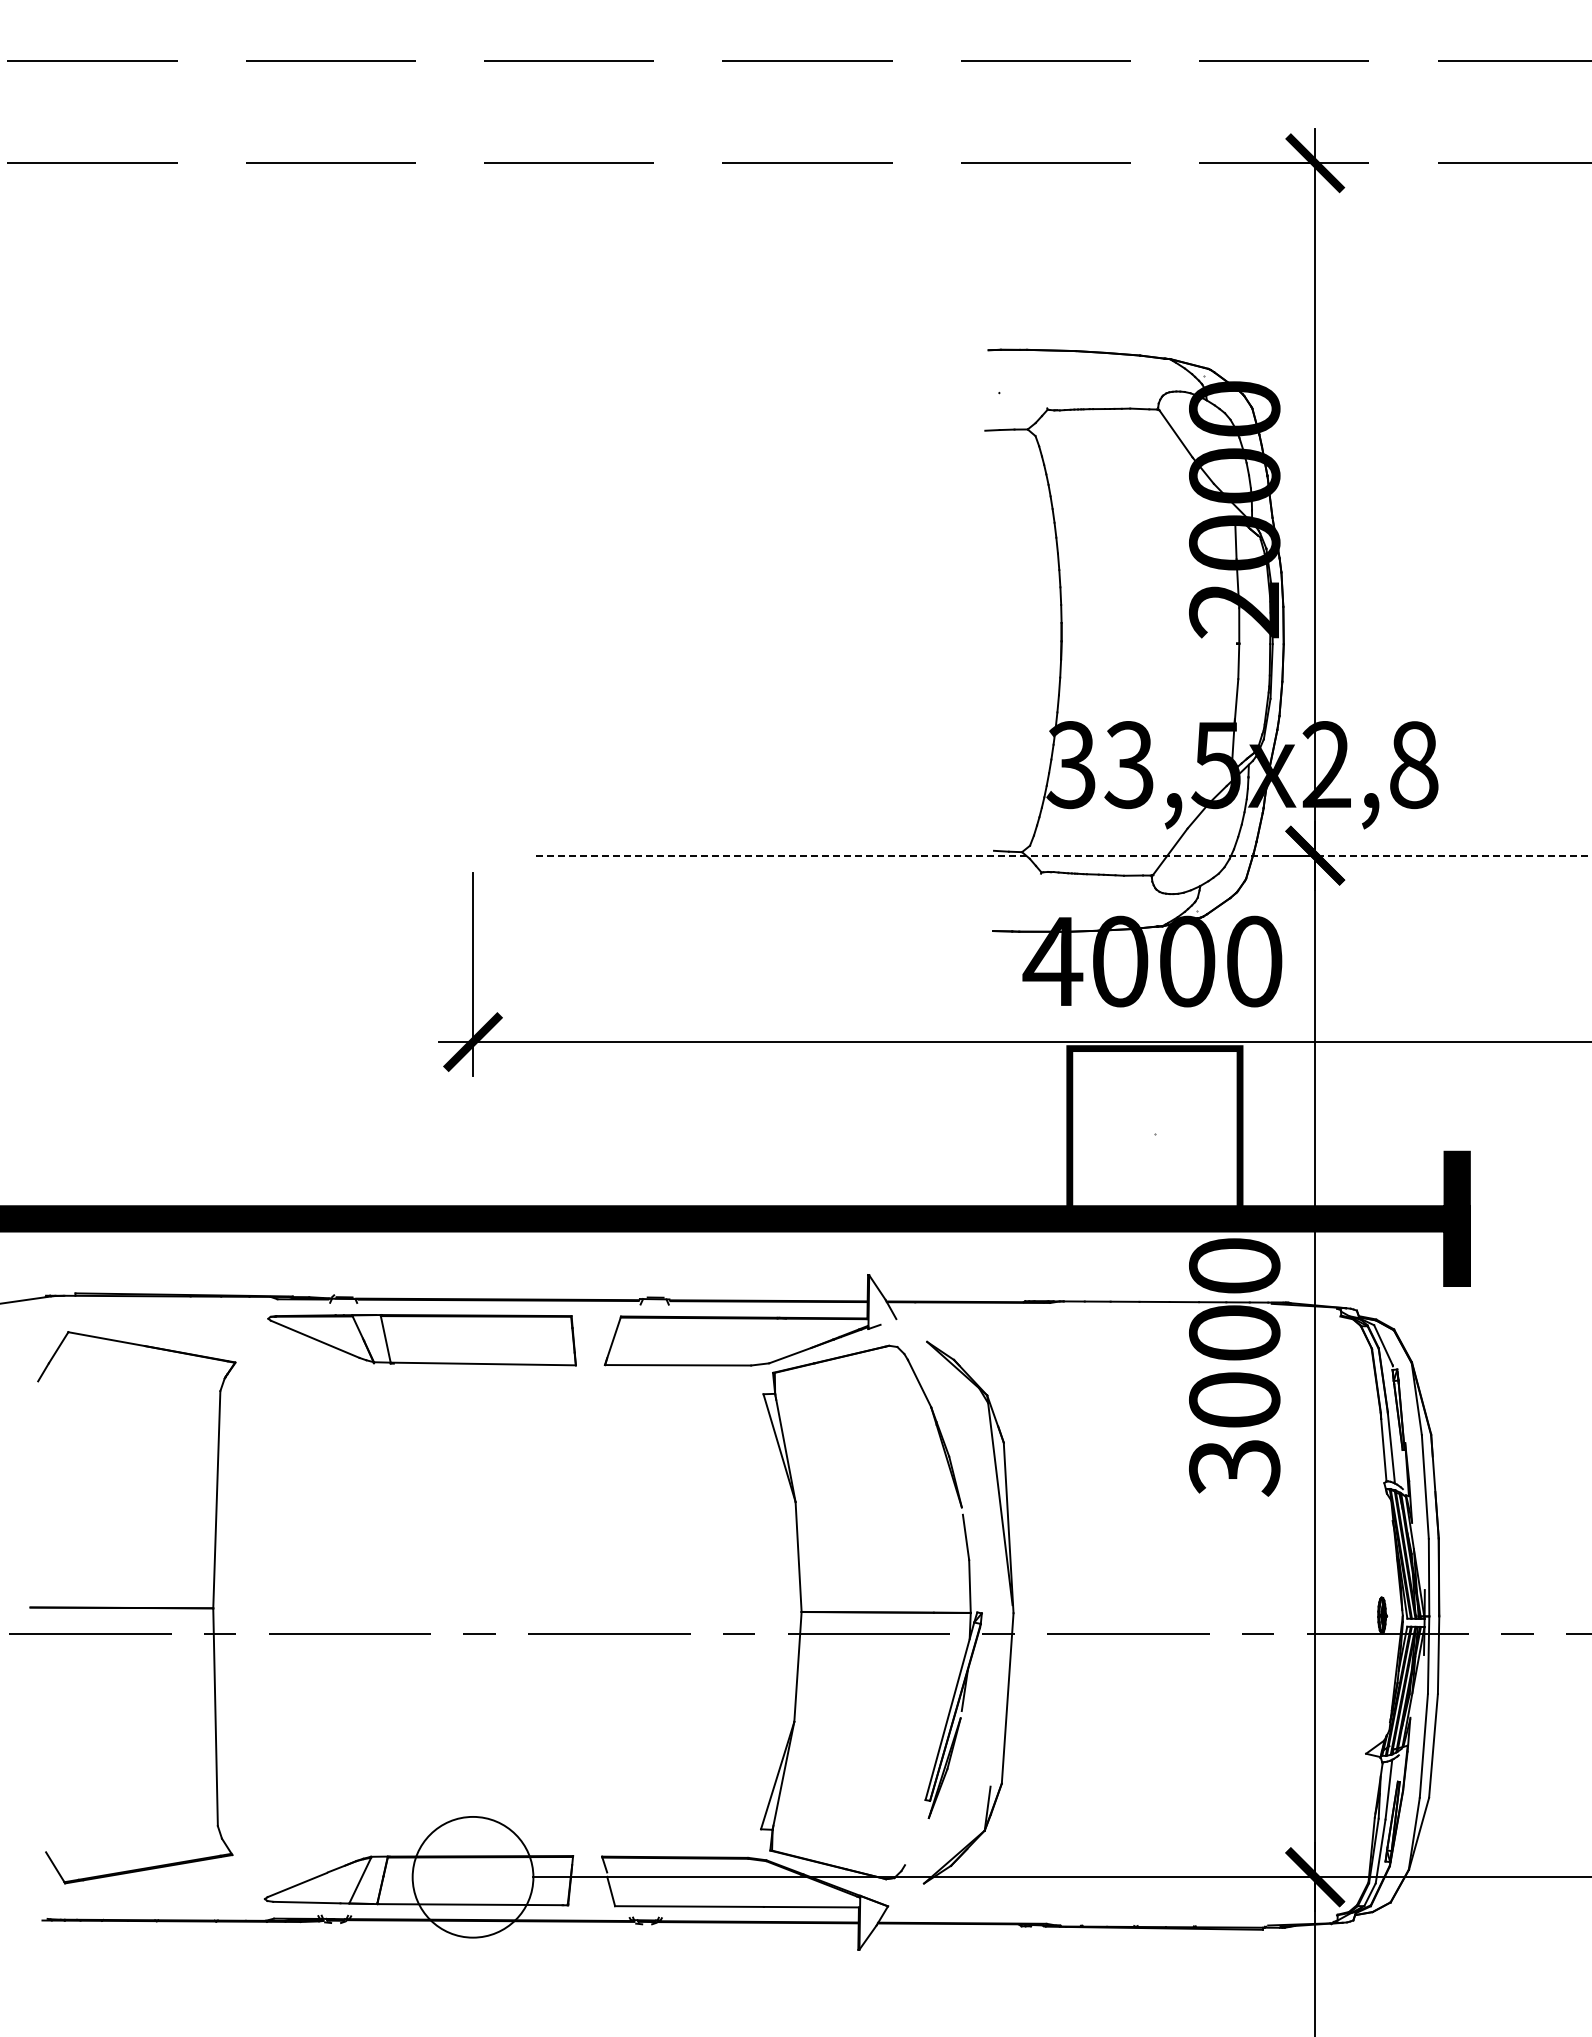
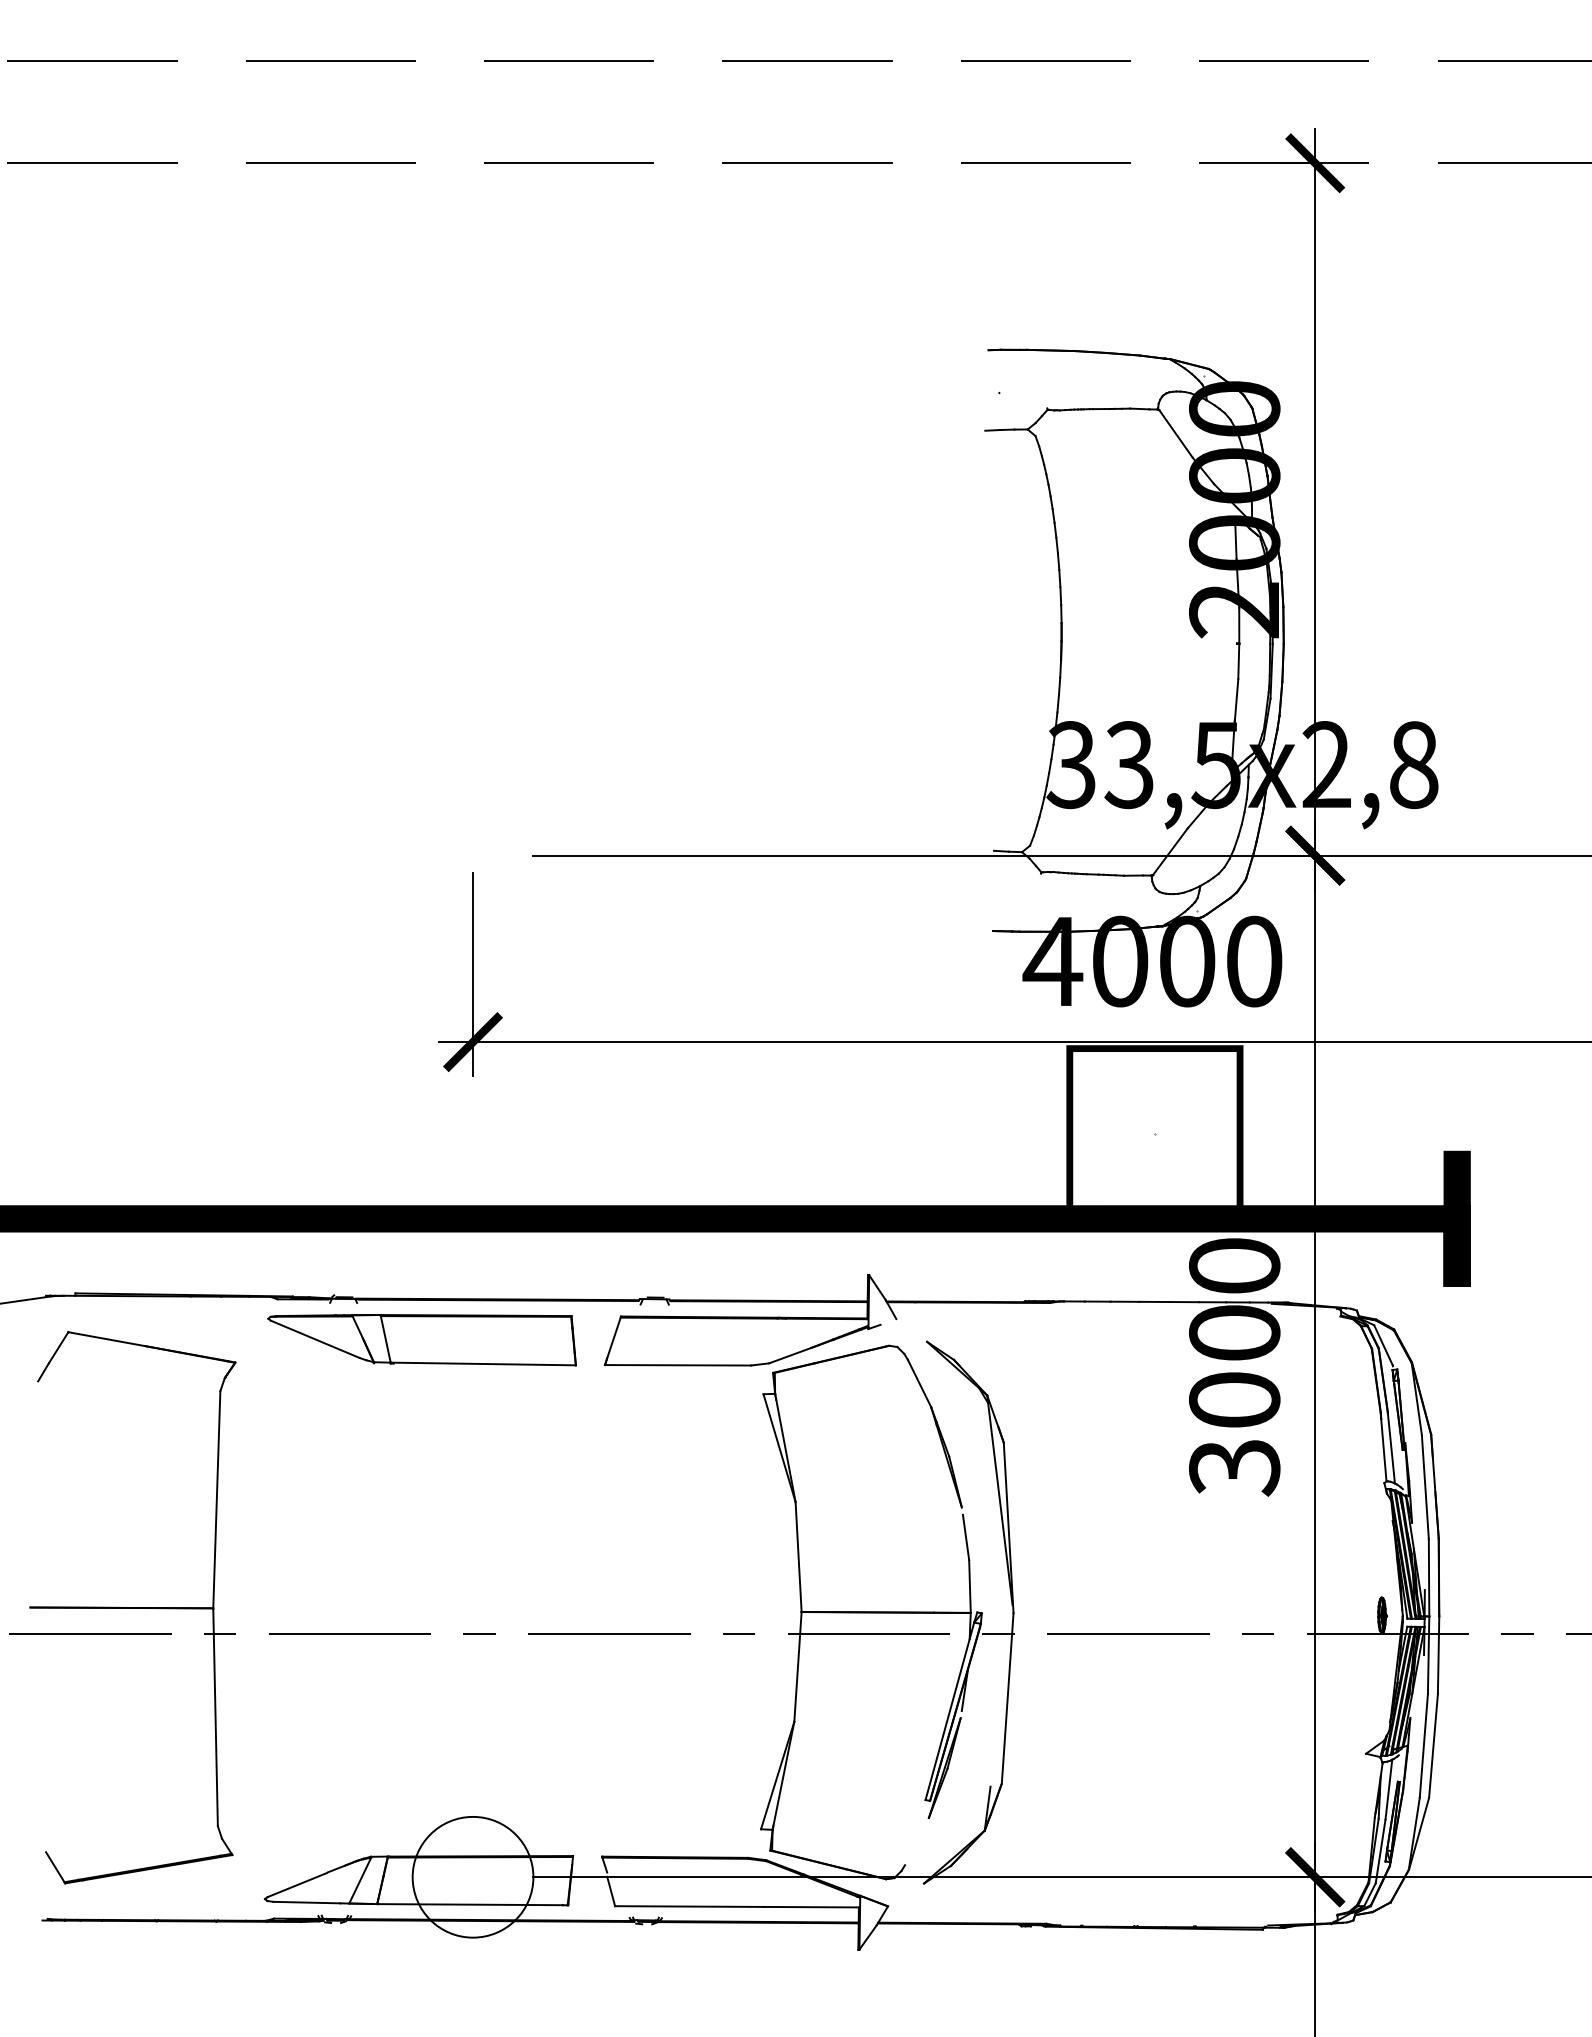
line at (1062, 855): dashed -> solid
